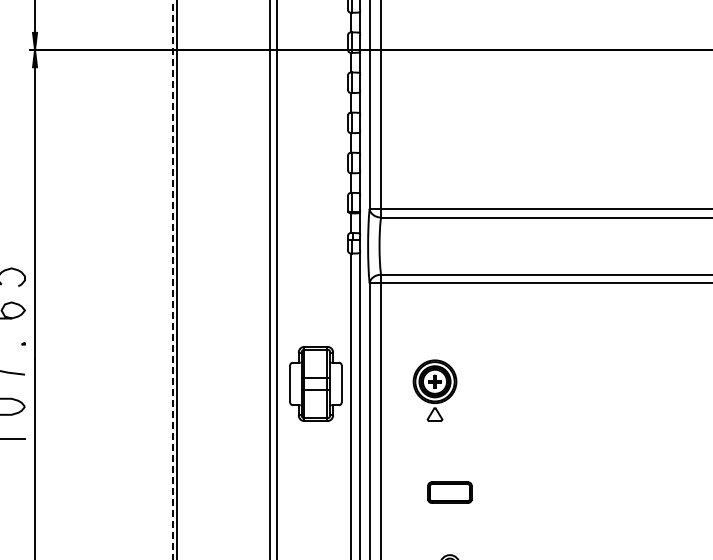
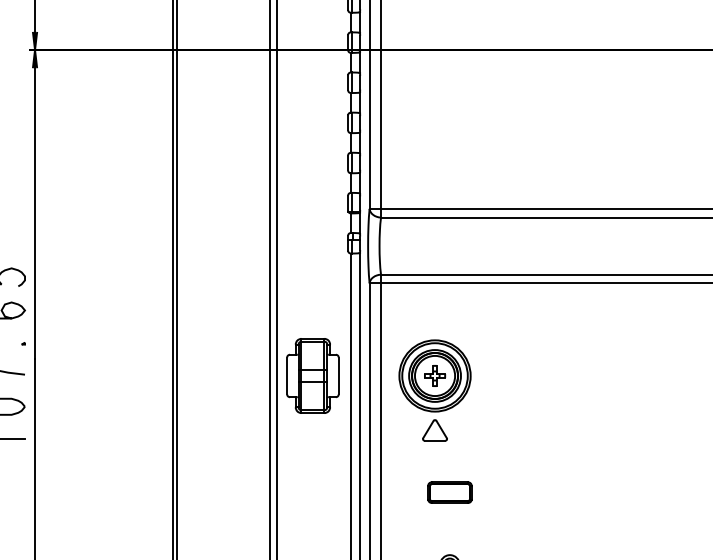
line at (172, 279): dashed -> solid
part at (315, 383) position: (315, 383) -> (312, 375)
part at (434, 390) size: 46x63 px -> 74x103 px
